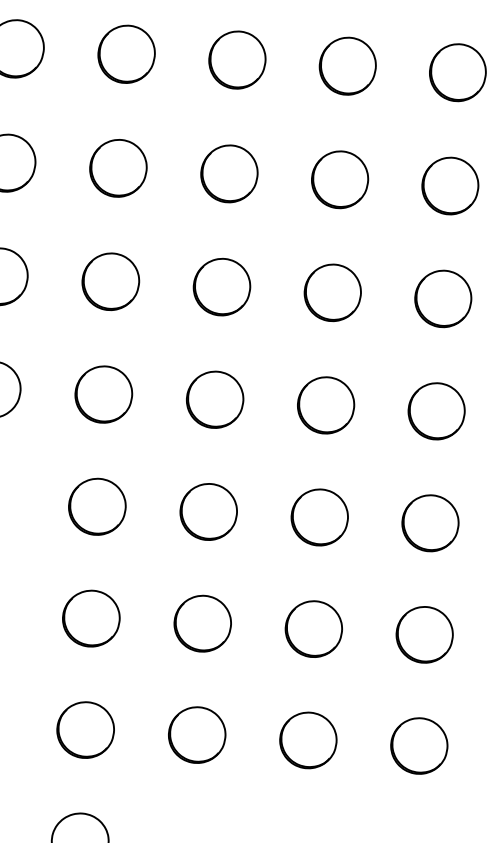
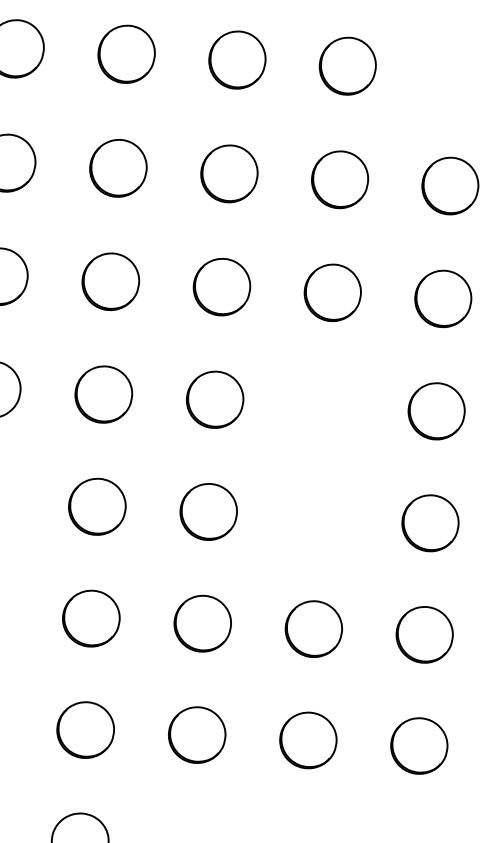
part at (457, 72): present -> none
part at (326, 405): present -> none
part at (319, 517): present -> none
